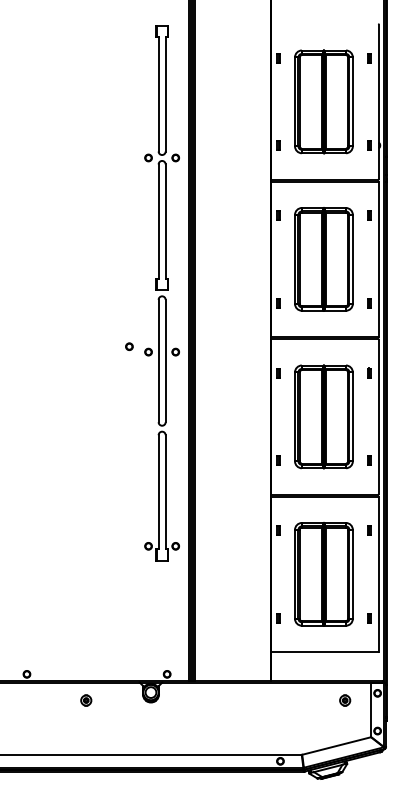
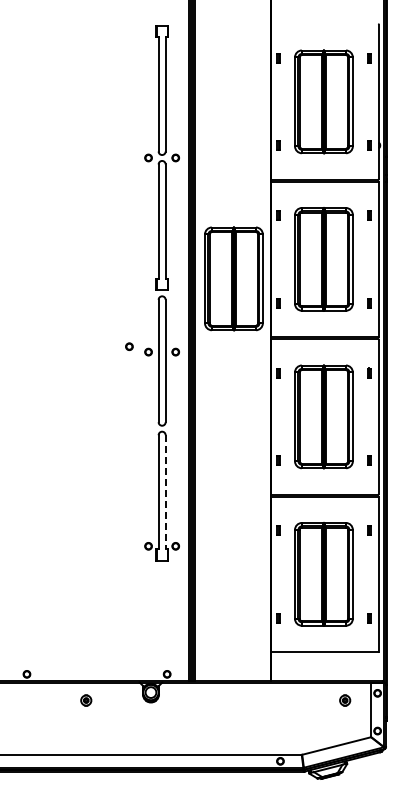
part at (233, 278): none -> present
line at (165, 492): solid -> dashed
